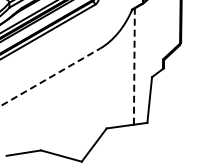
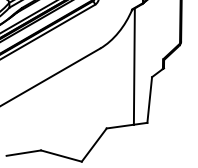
line at (134, 66): dashed -> solid
line at (50, 77): dashed -> solid
